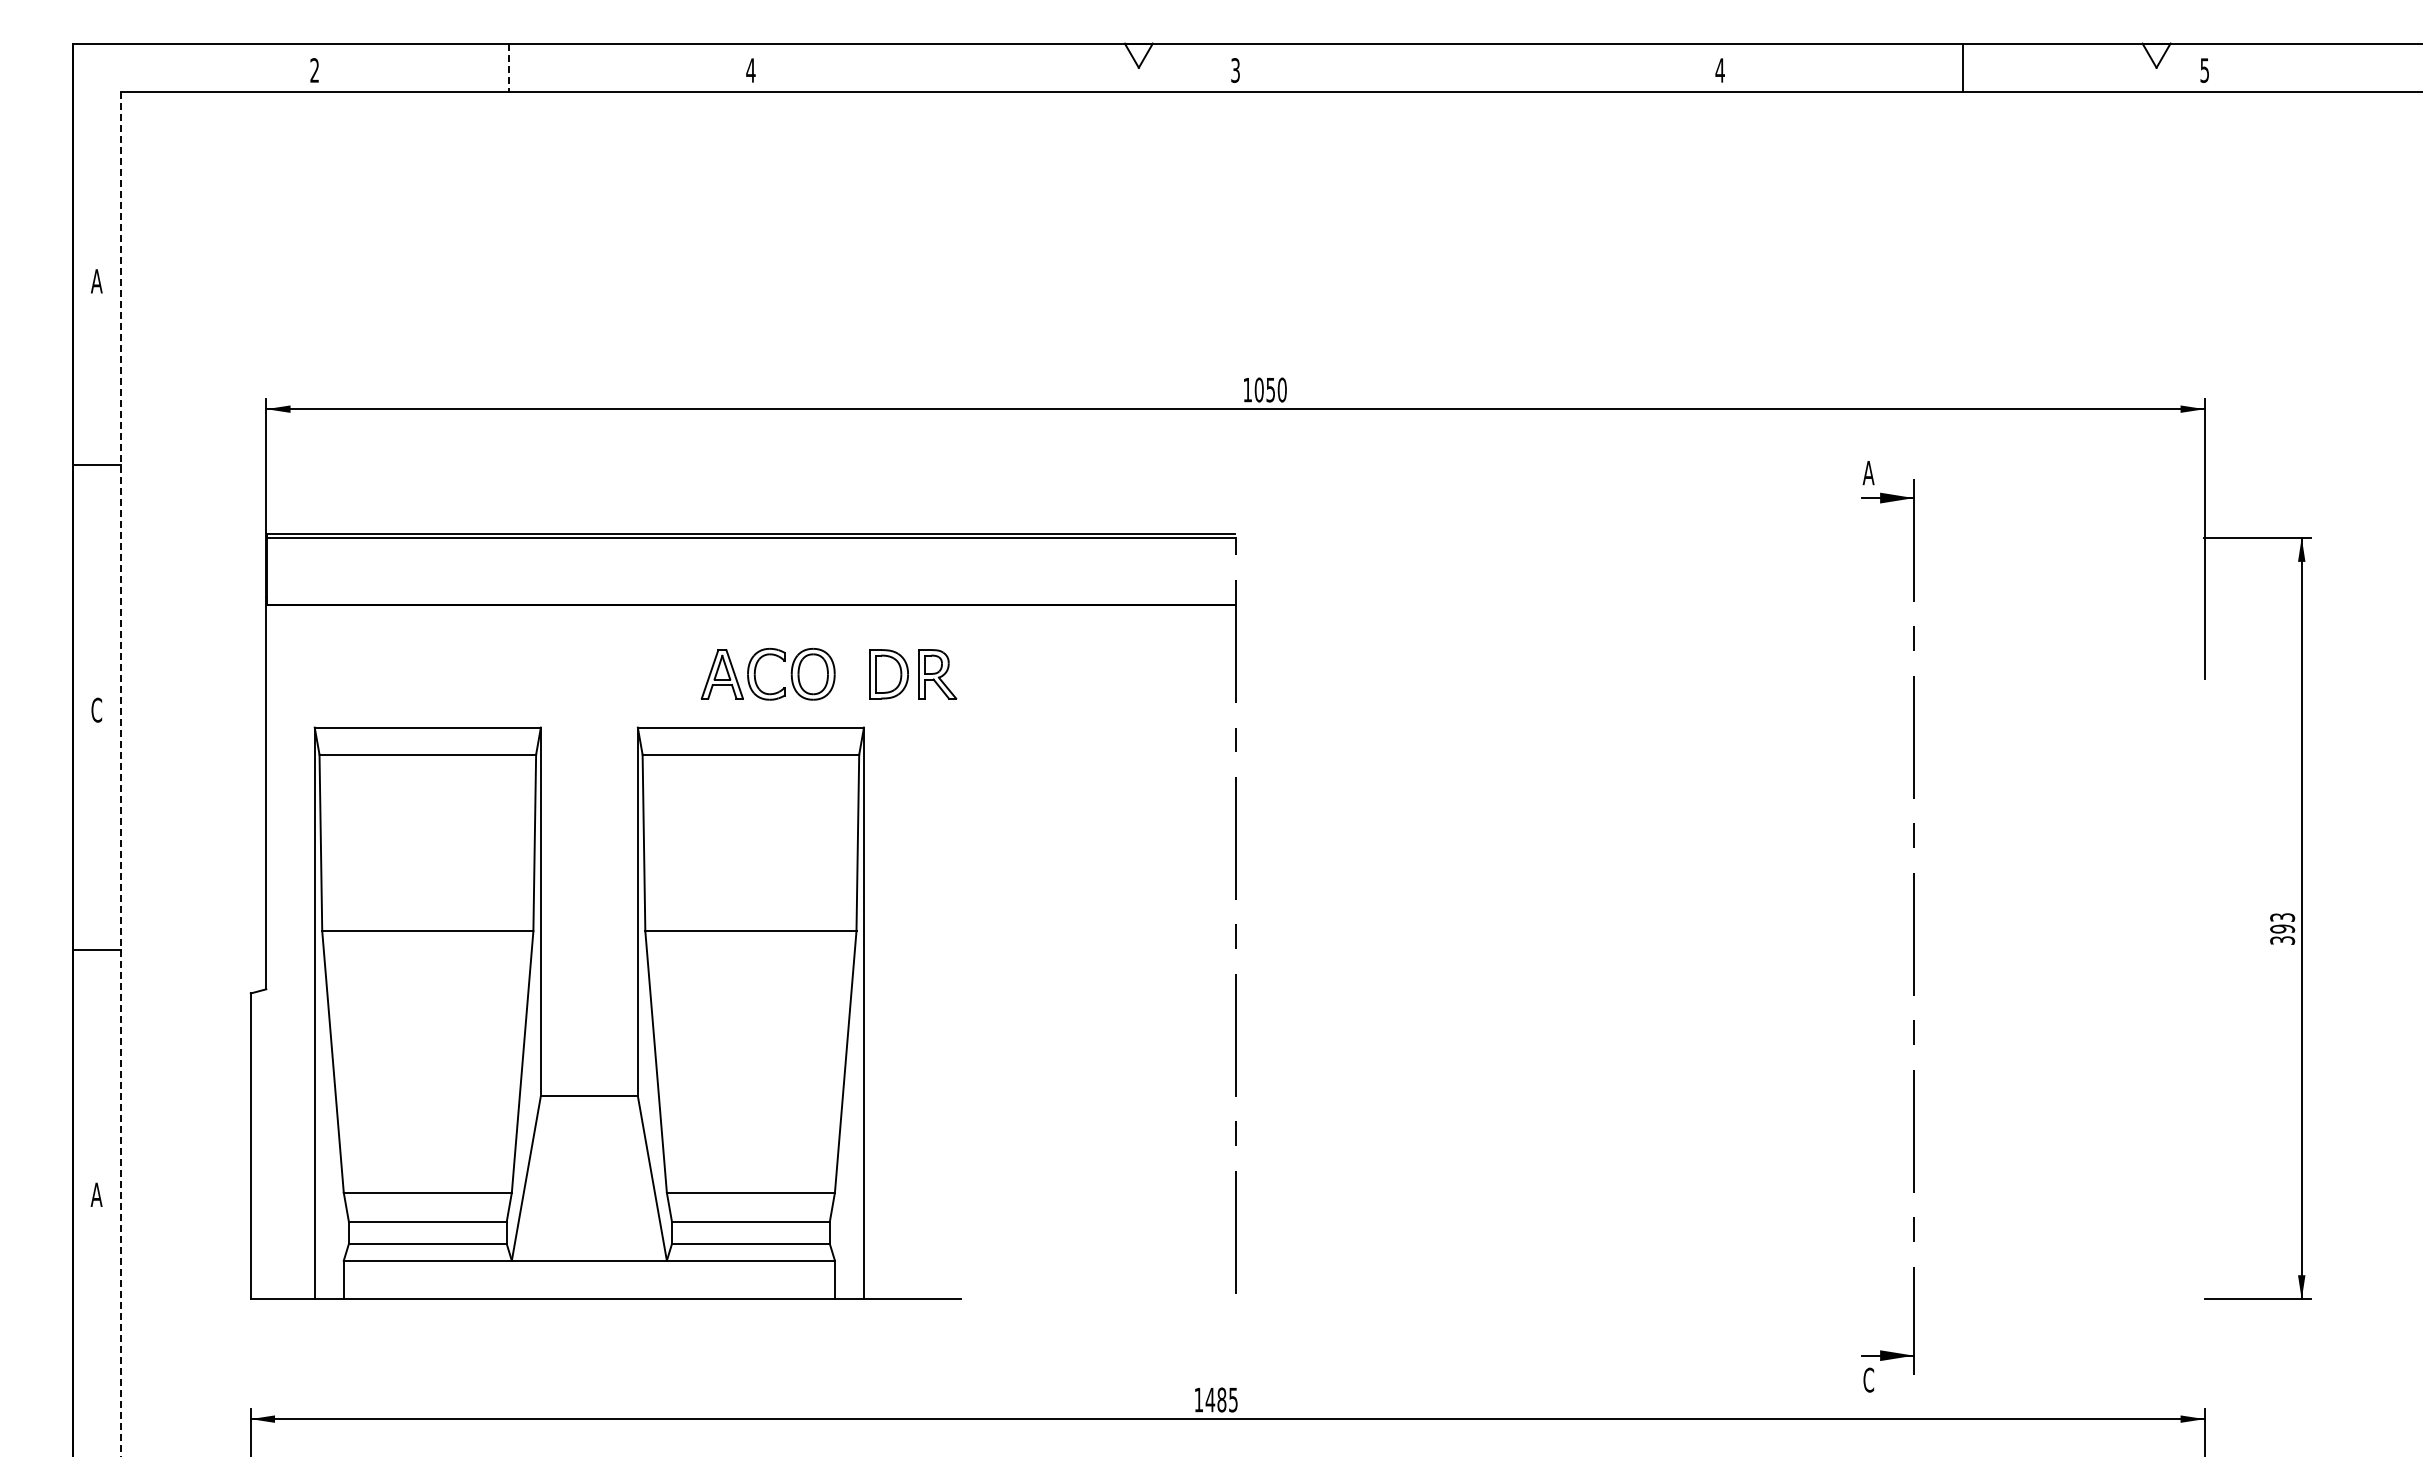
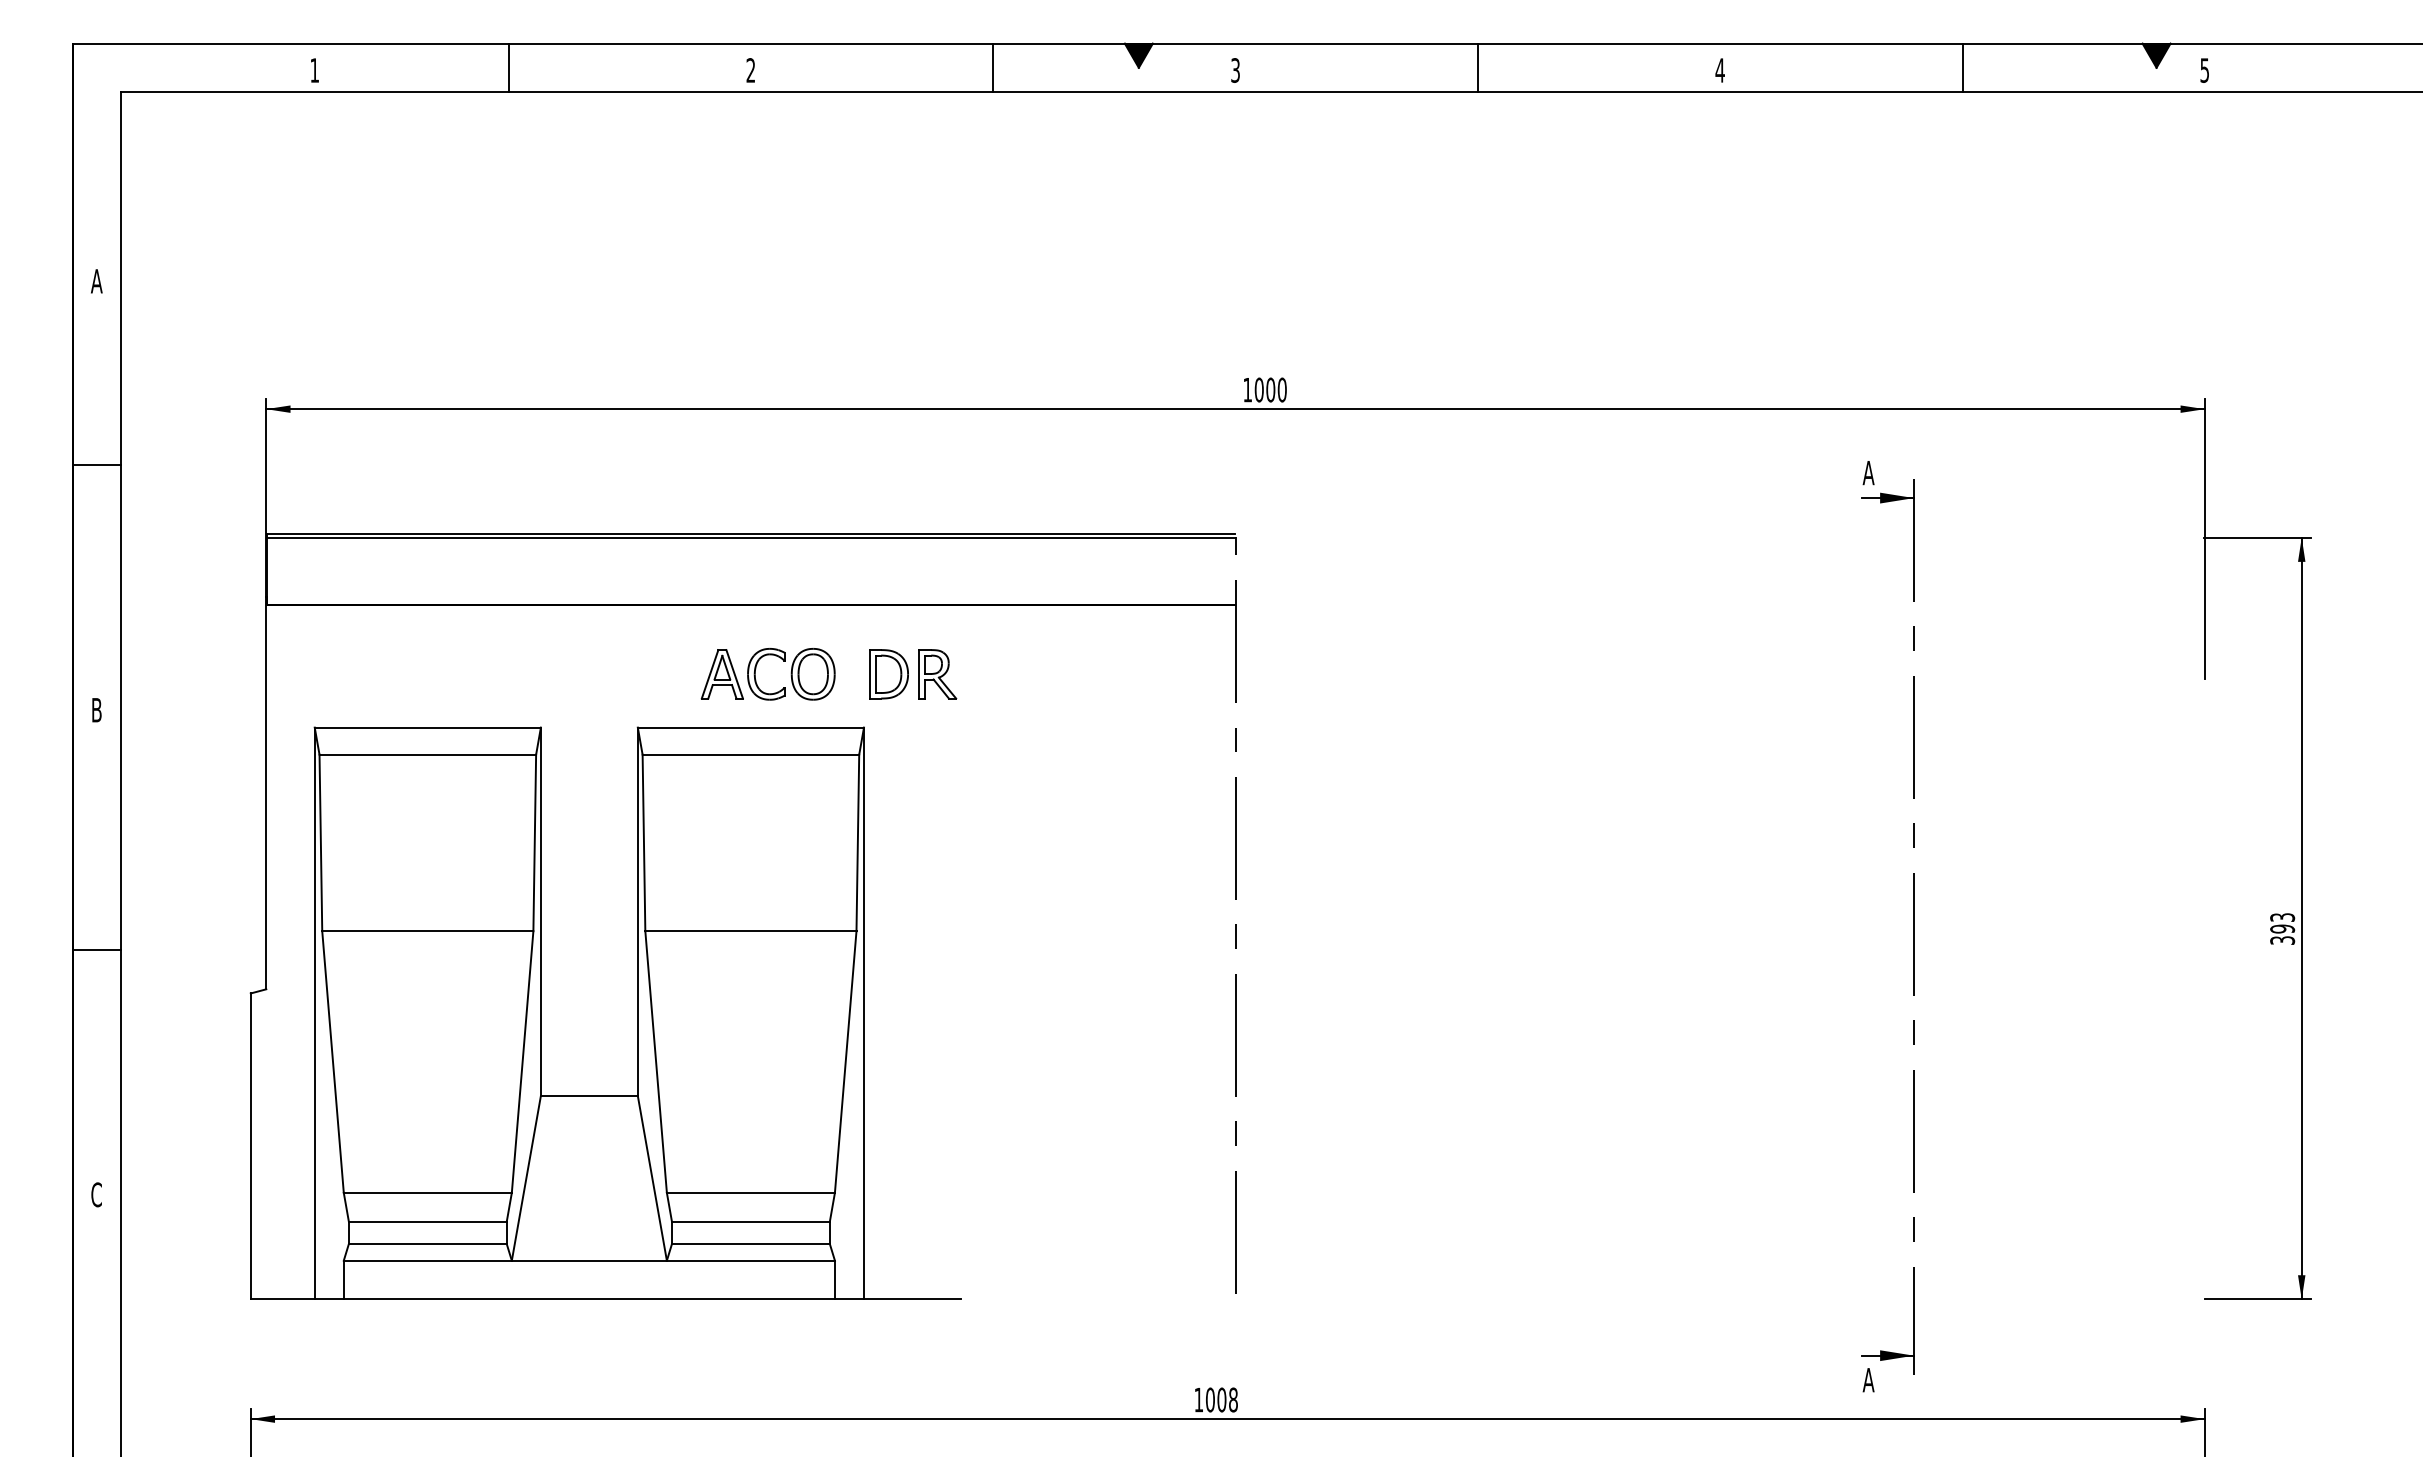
fill at (1138, 55): none -> present
fill at (2156, 55): none -> present
line at (993, 67): none -> present
line at (1478, 67): none -> present
line at (508, 68): dashed -> solid
text at (314, 70): 2 -> 1
text at (750, 70): 4 -> 2
text at (1270, 389): 1050 -> 1000
text at (96, 709): C -> B
line at (121, 775): dashed -> solid
text at (96, 1194): A -> C
text at (1868, 1379): C -> A
text at (1221, 1399): 1485 -> 1008
